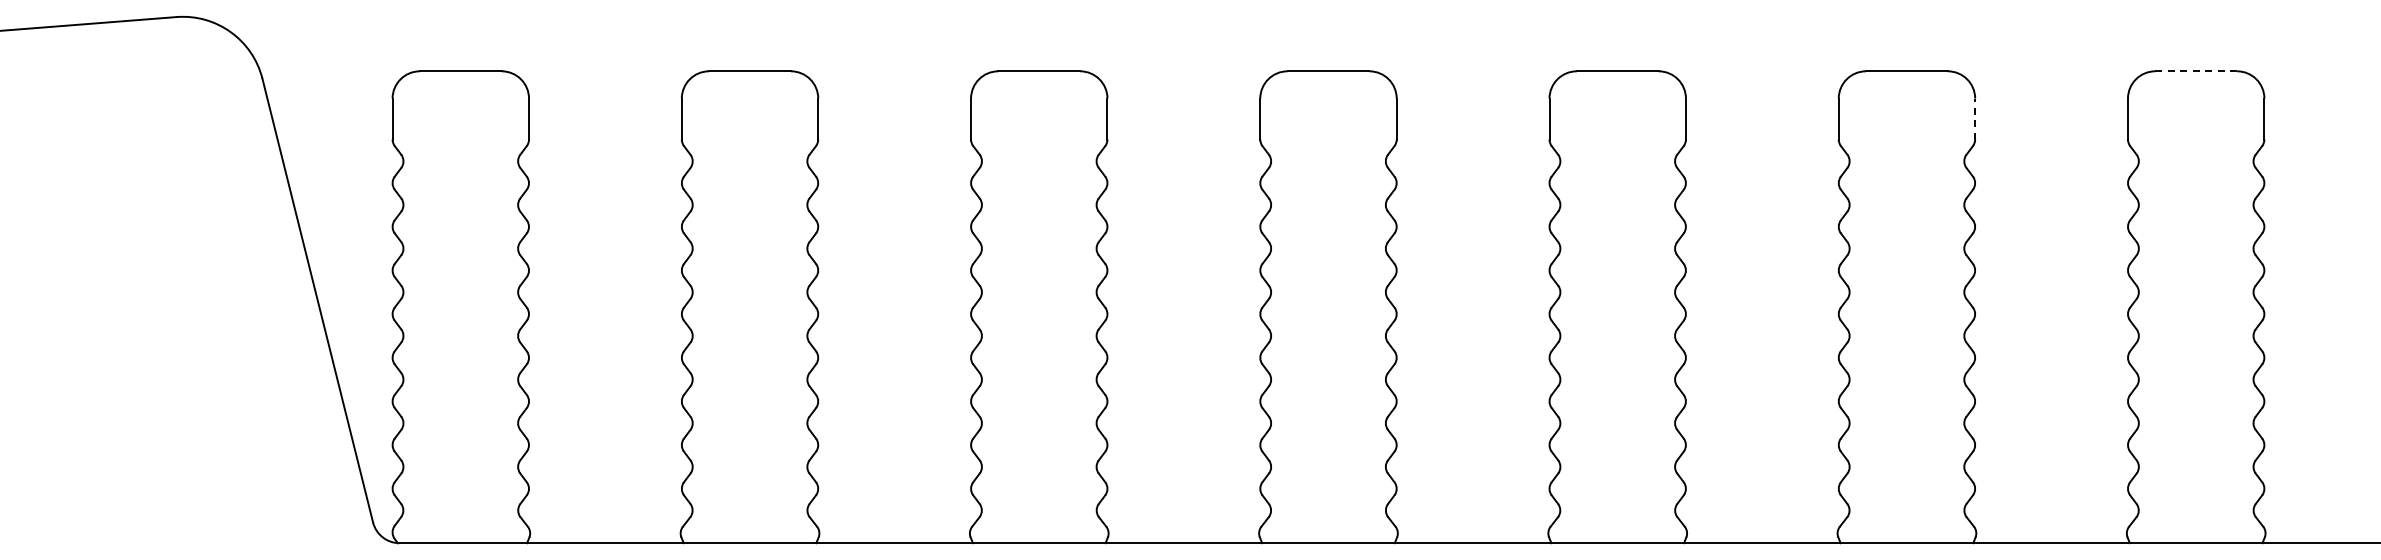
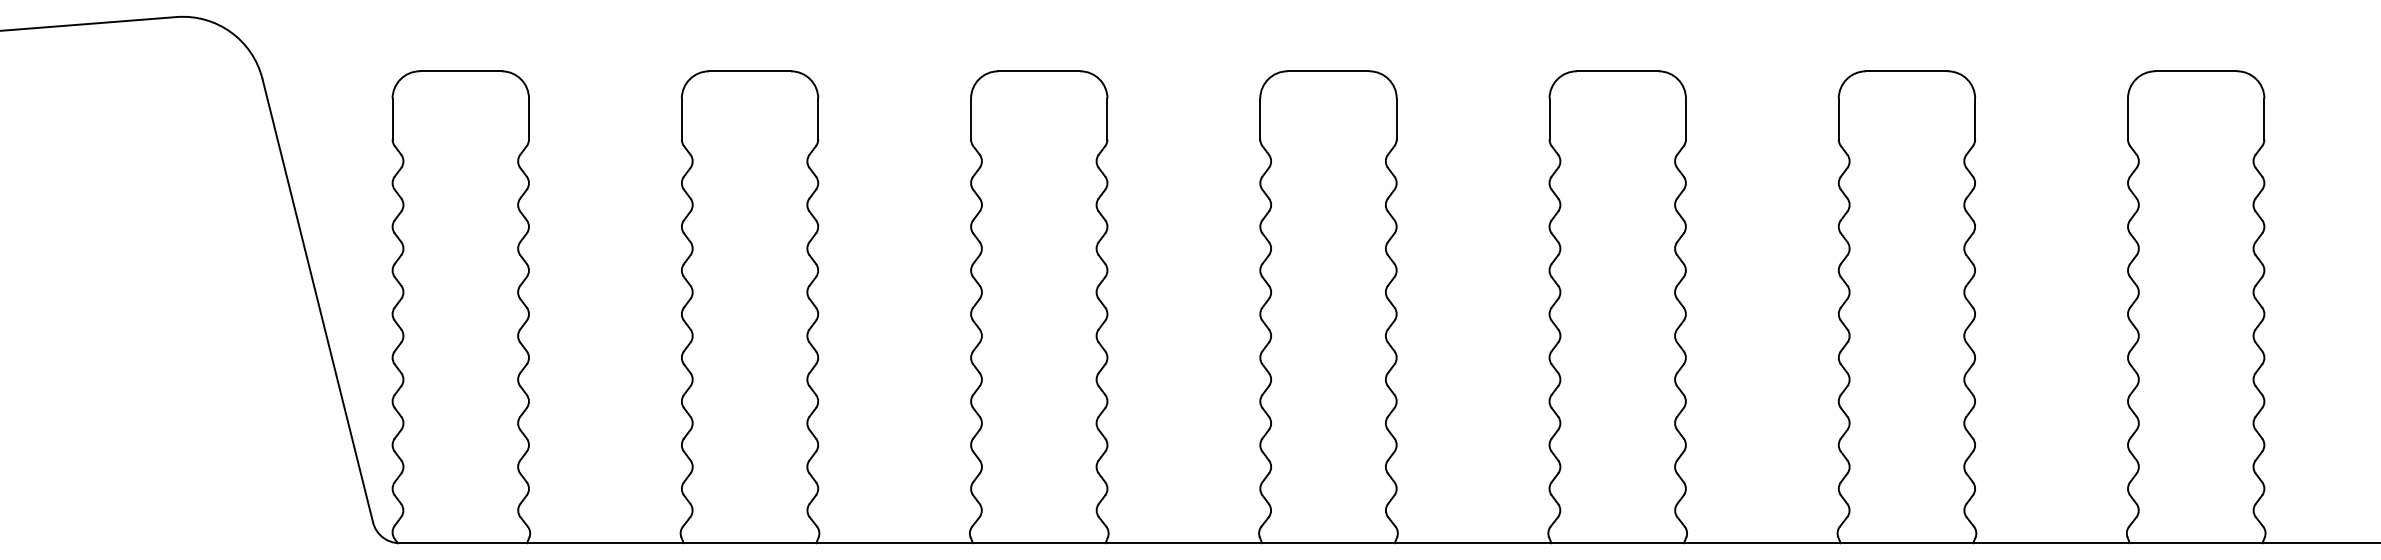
line at (2196, 71): dashed -> solid
line at (1975, 118): dashed -> solid
